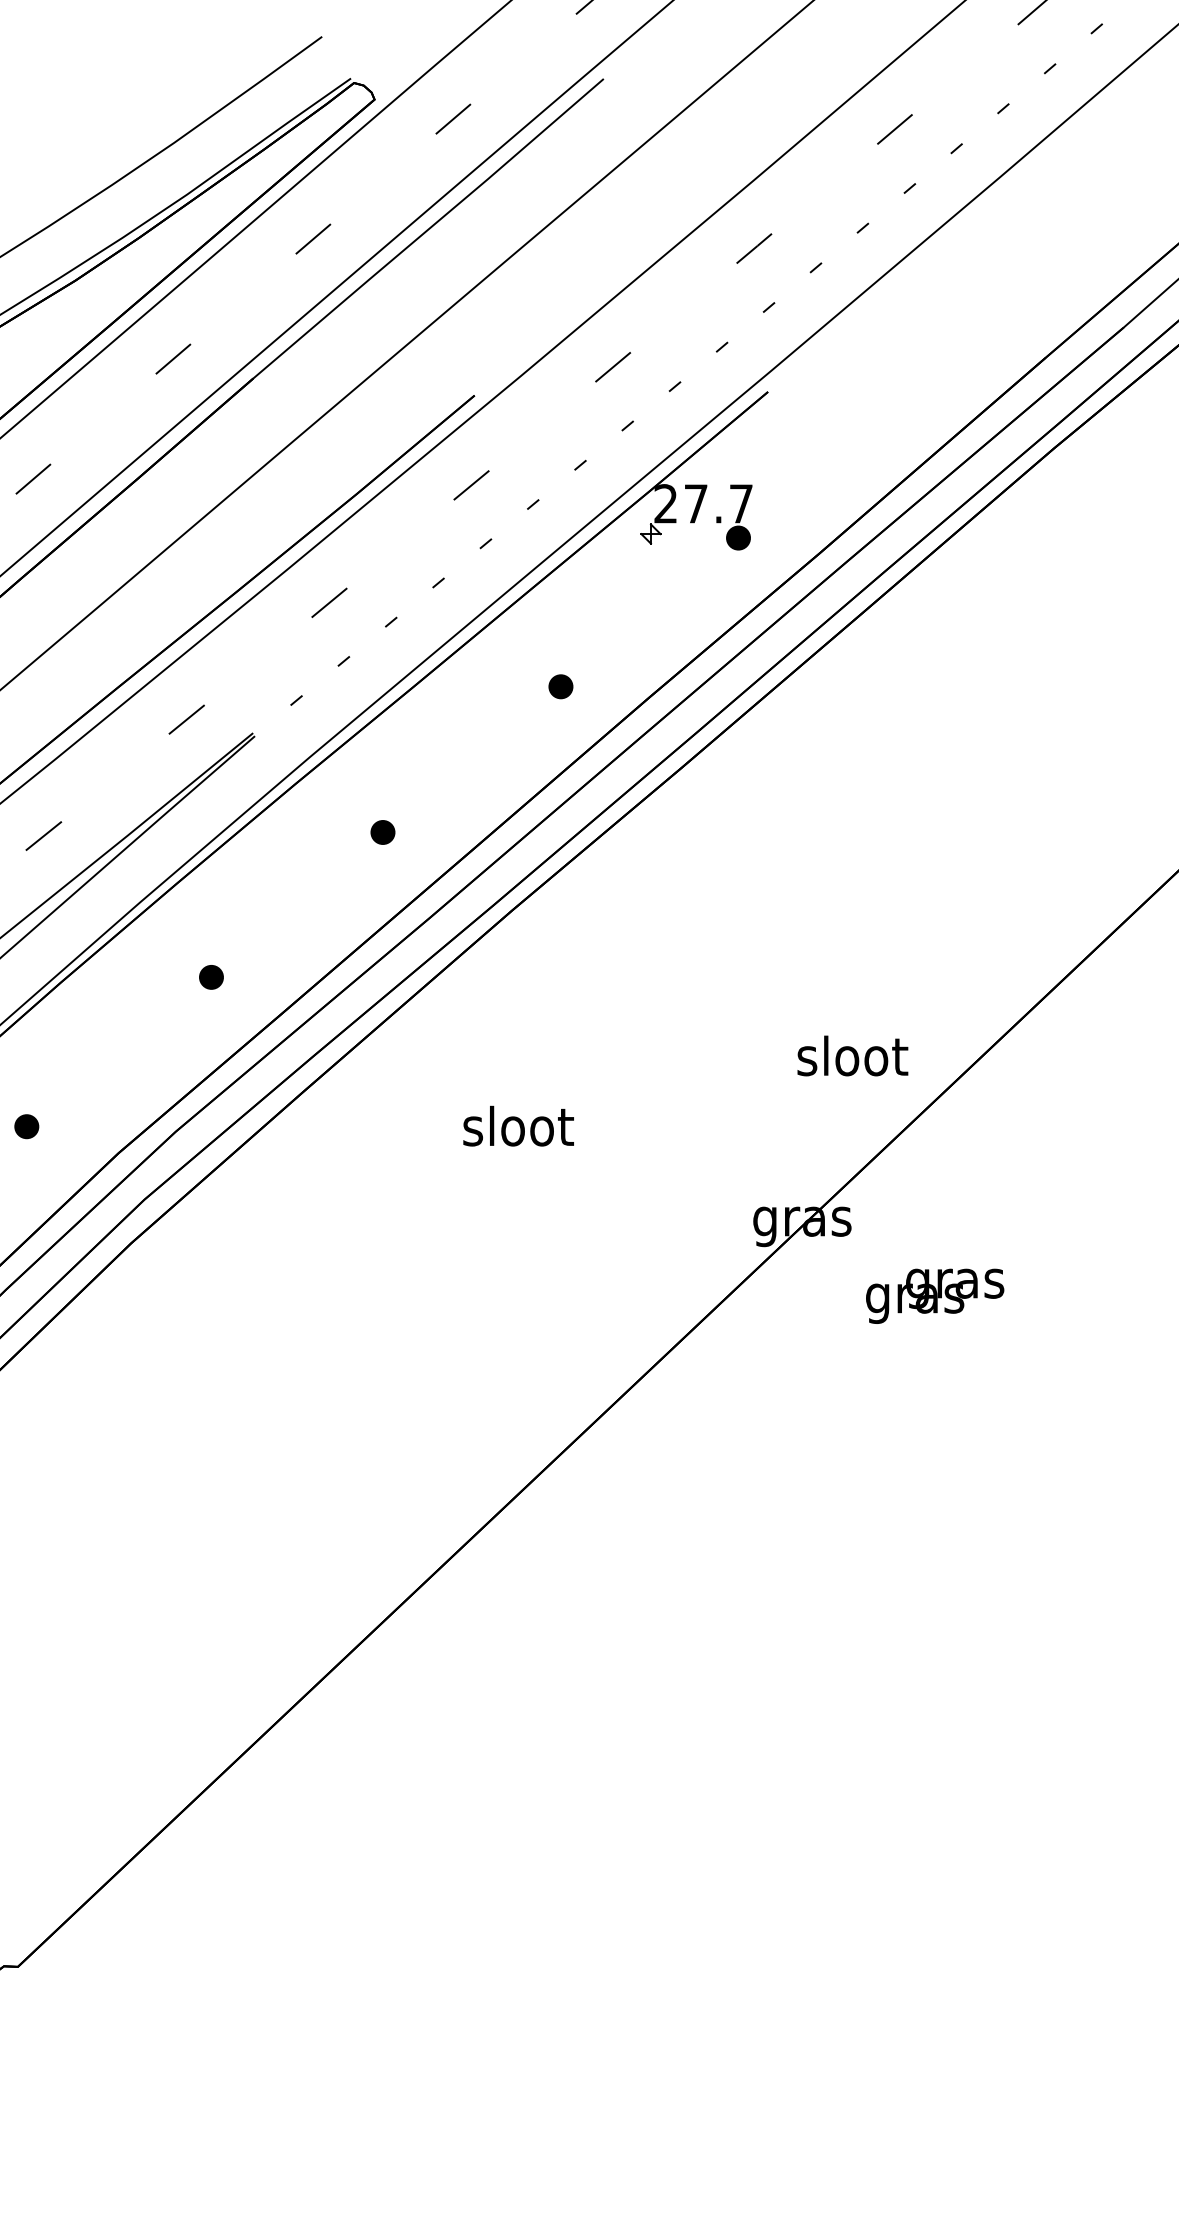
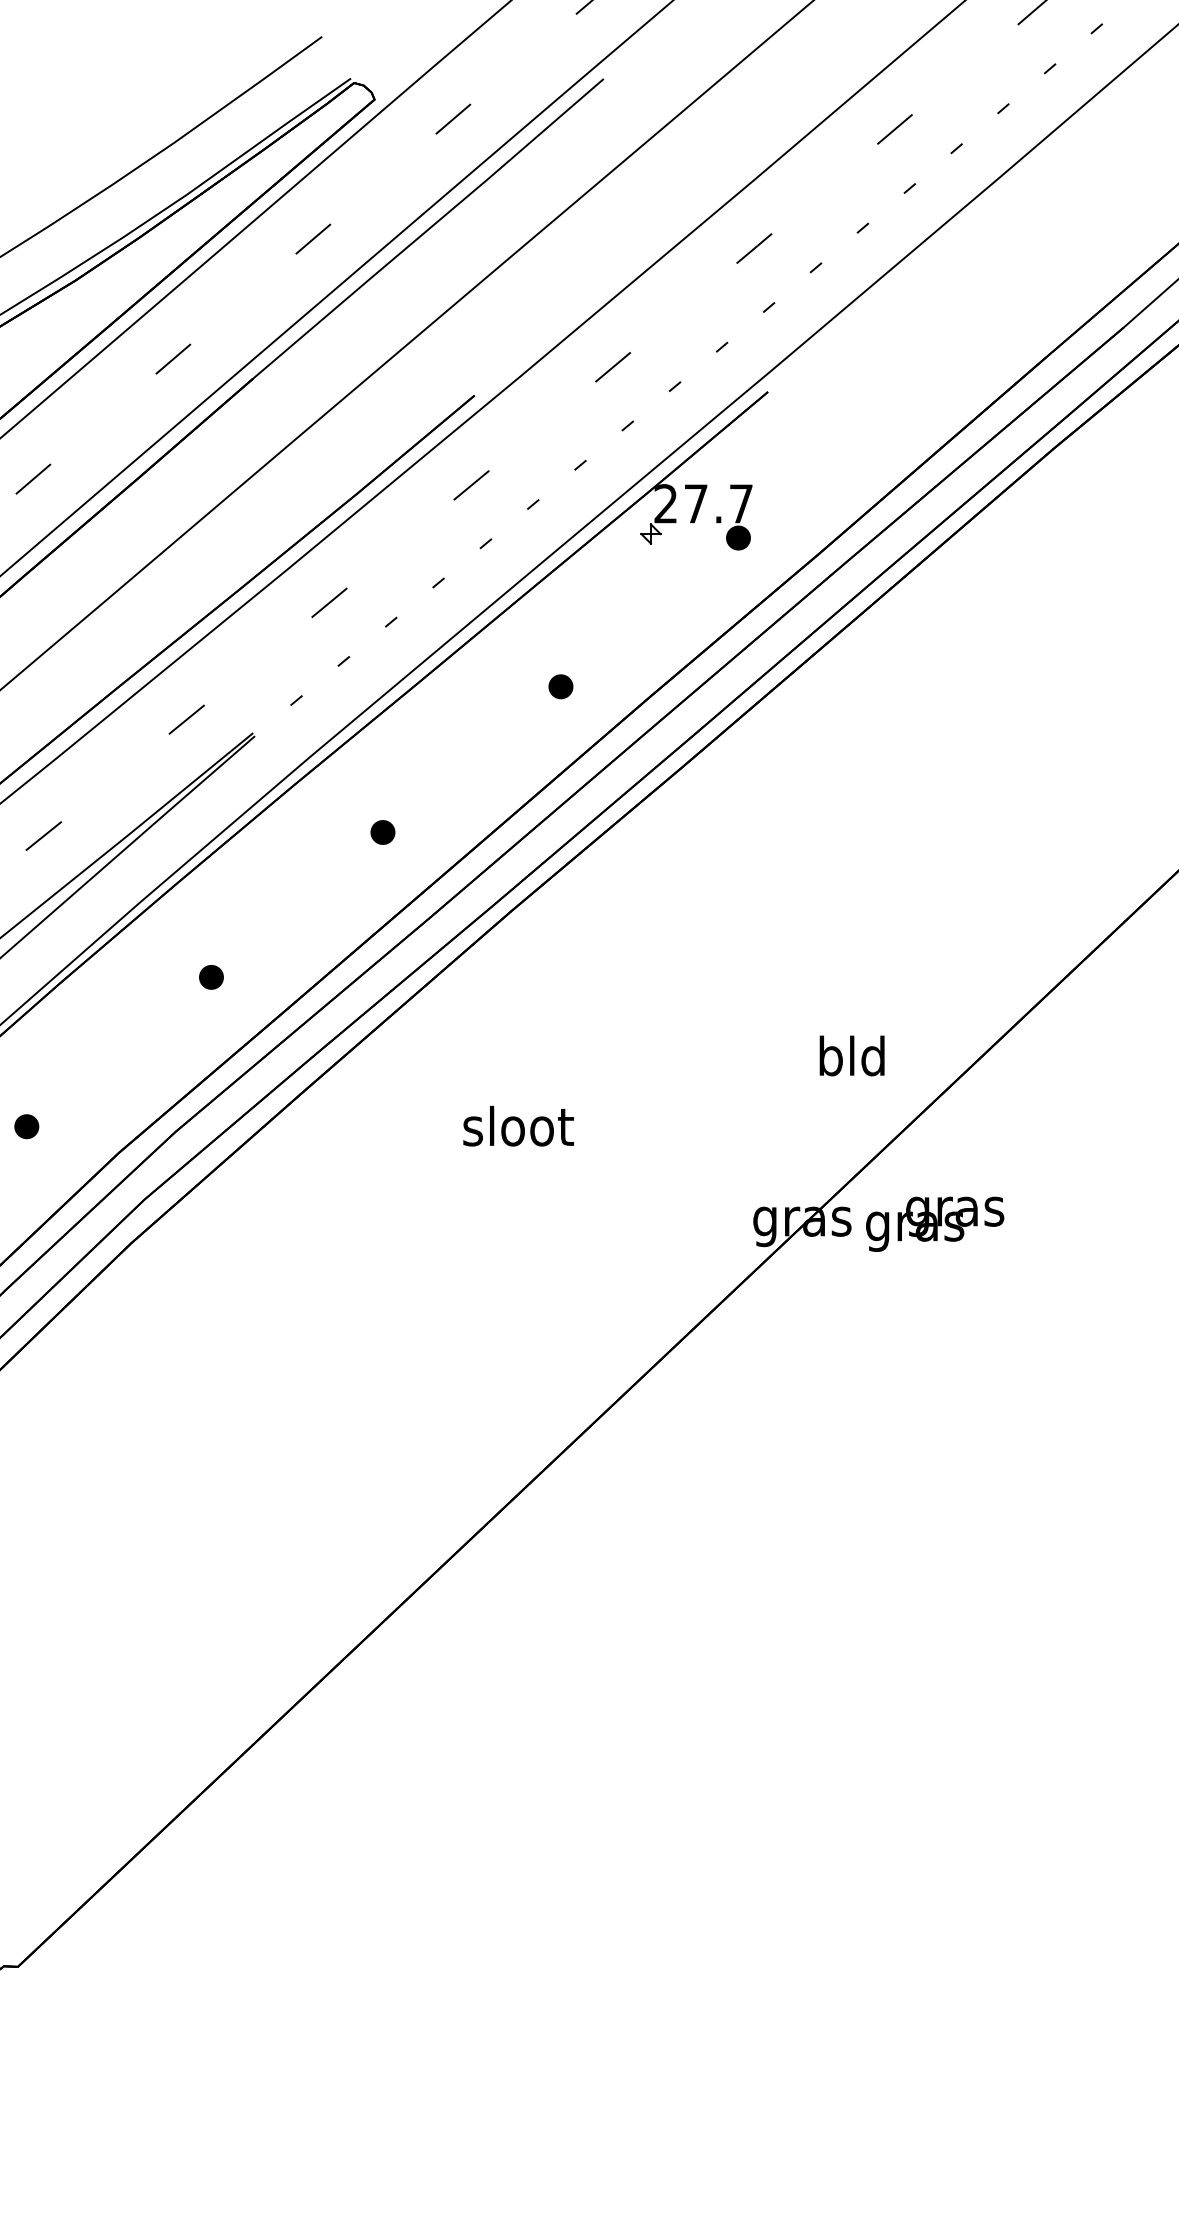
text at (852, 1055): sloot -> bld
text at (935, 1295) position: (935, 1295) -> (935, 1223)
